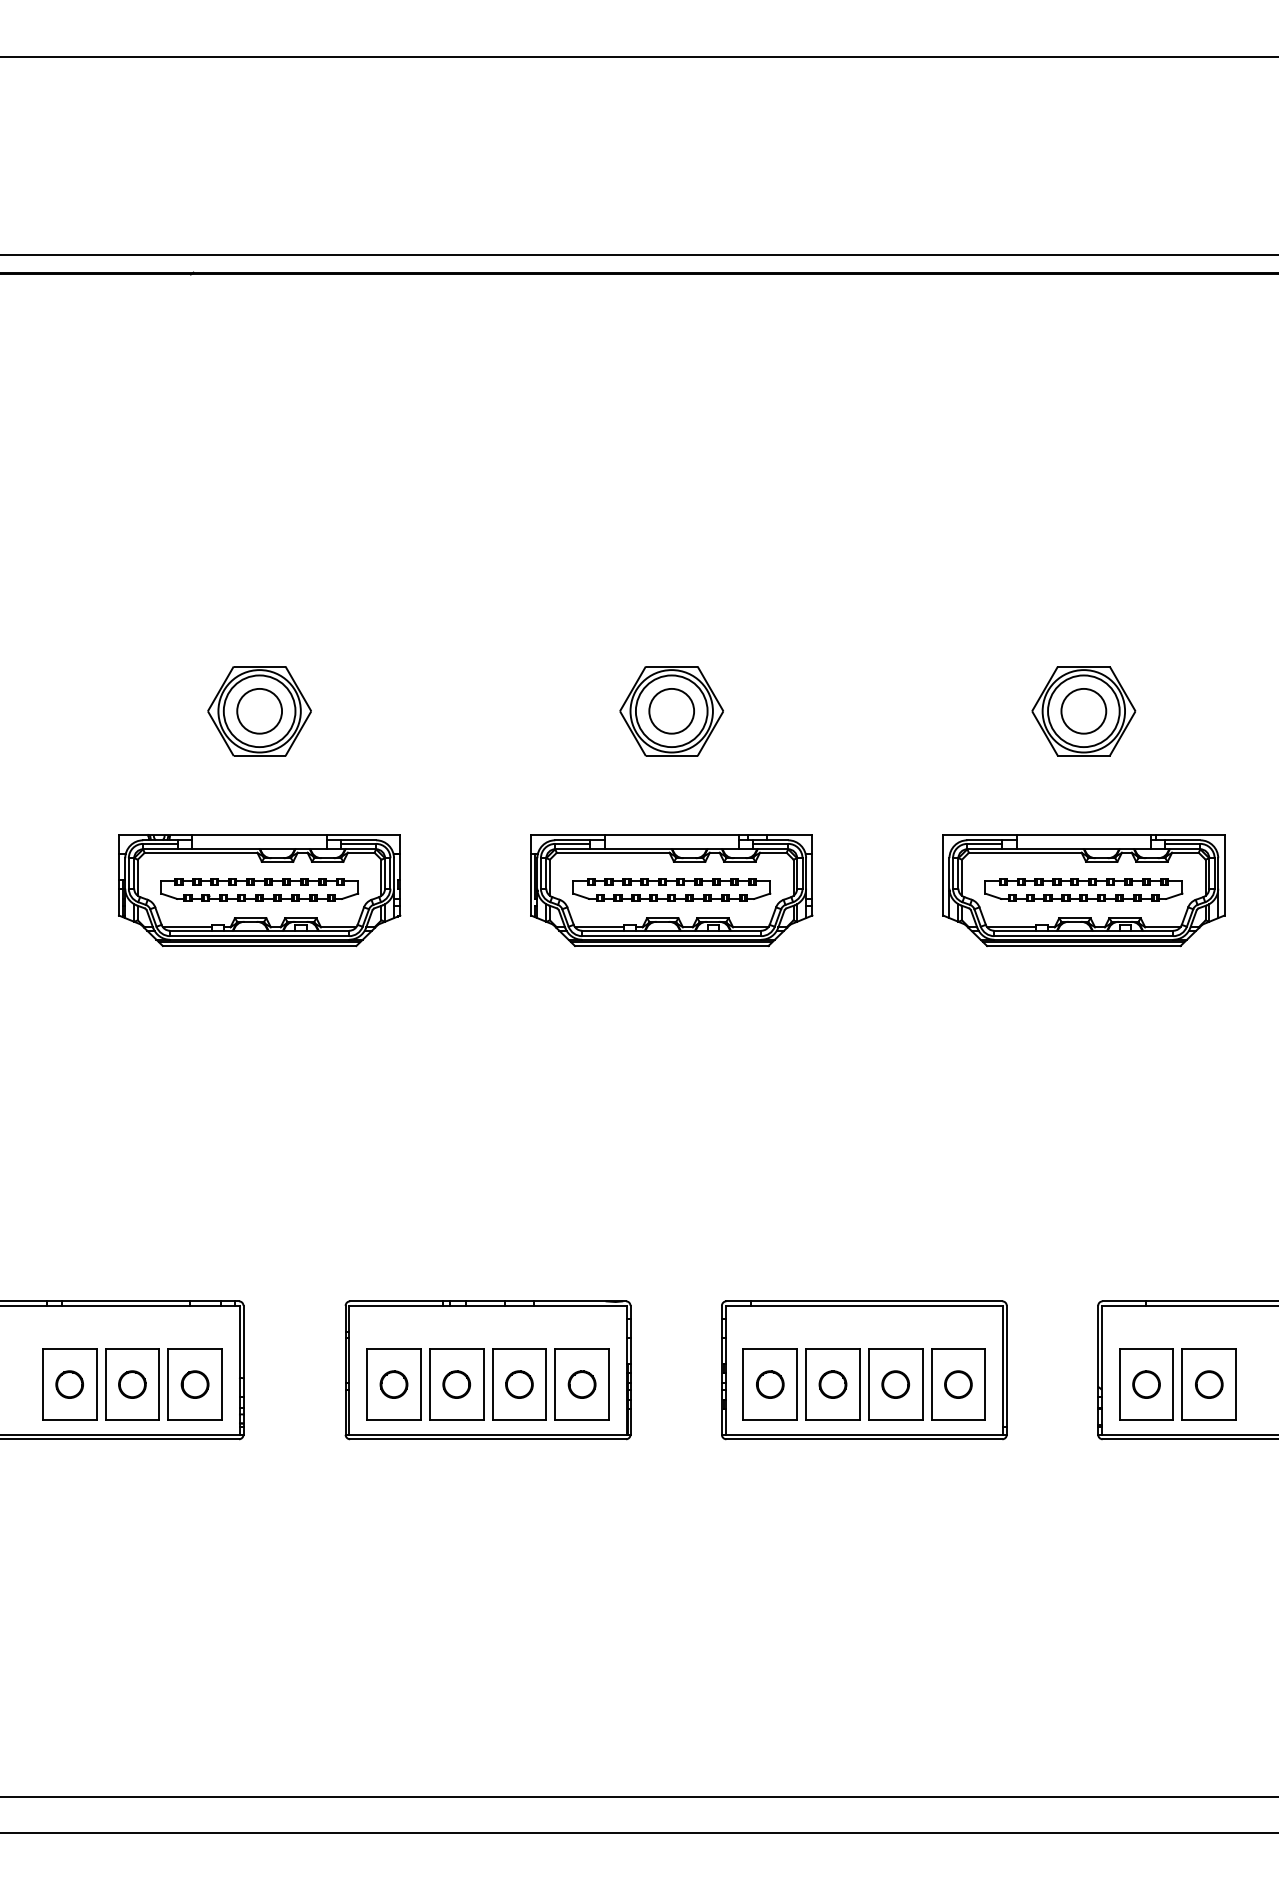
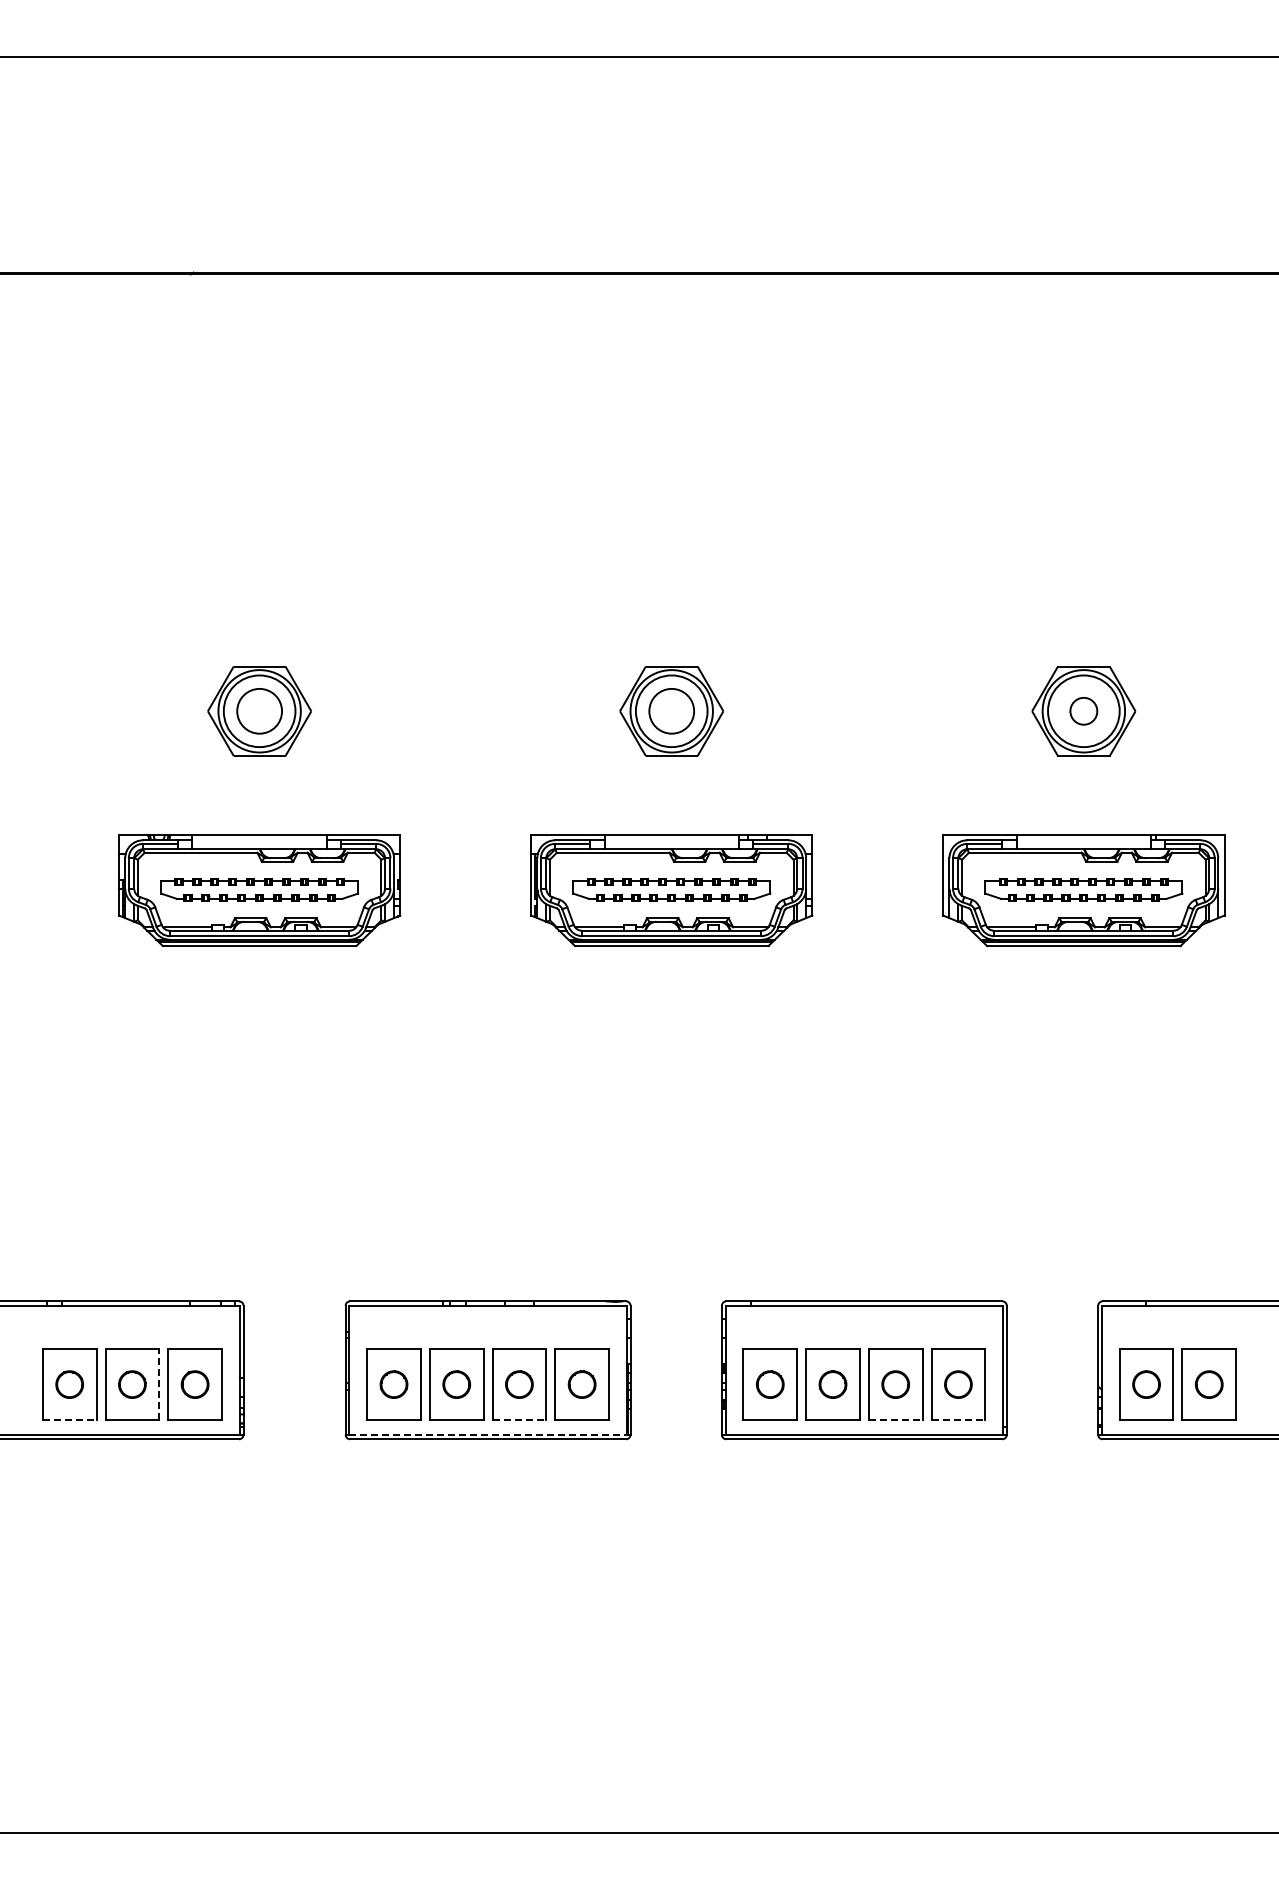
line at (638, 254): present -> none
circle at (1083, 710) diameter: 45 px -> 27 px
line at (159, 1384): solid -> dashed
line at (69, 1420): solid -> dashed
line at (519, 1420): solid -> dashed
line at (895, 1420): solid -> dashed
line at (958, 1420): solid -> dashed
line at (488, 1434): solid -> dashed
line at (638, 1797): present -> none
